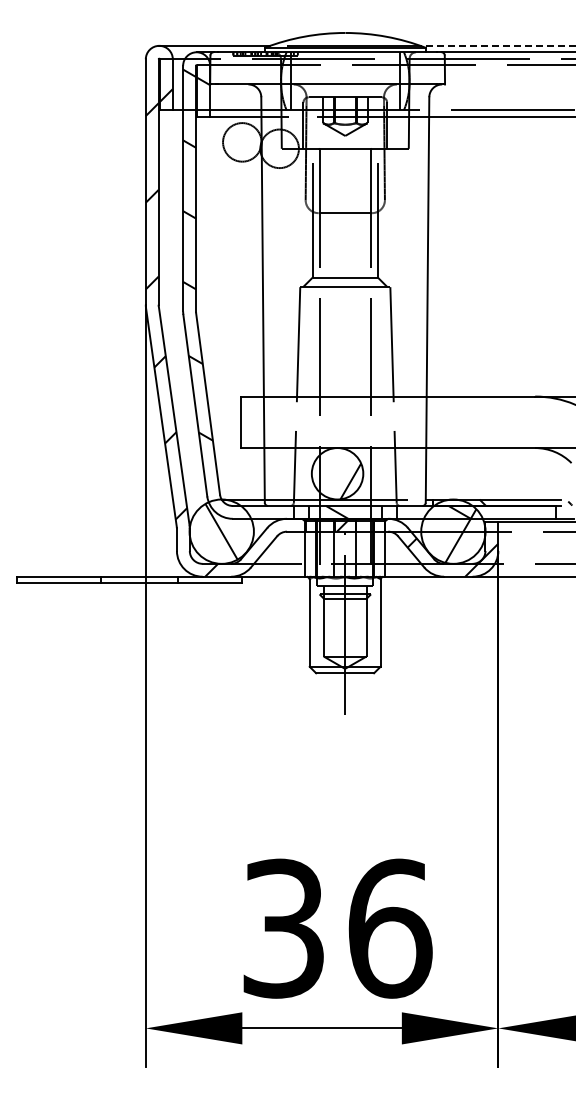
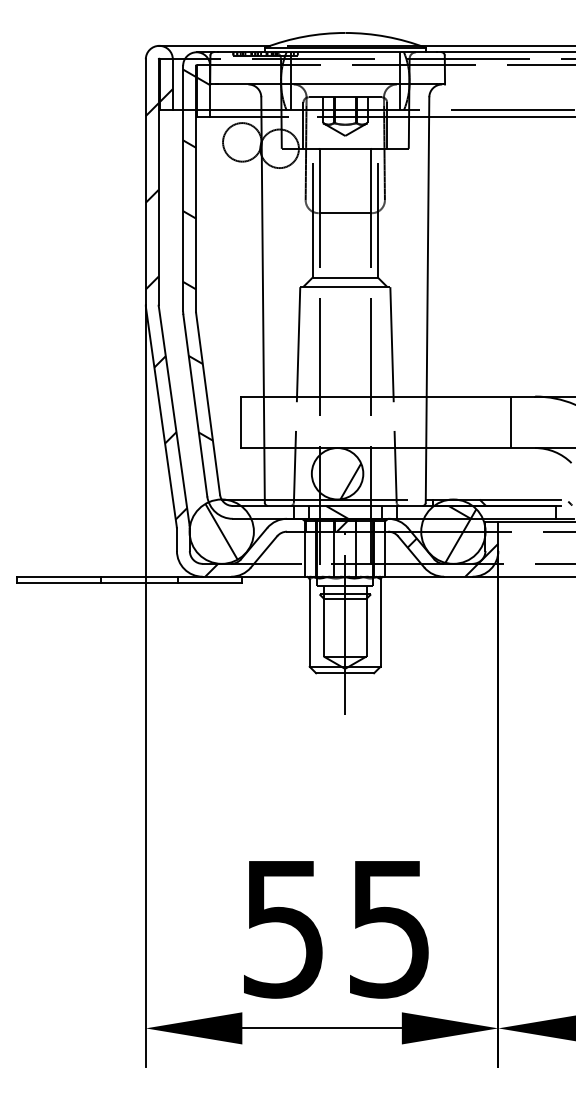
line at (497, 45): dashed -> solid
line at (511, 422): none -> present
text at (337, 928): 36 -> 55
